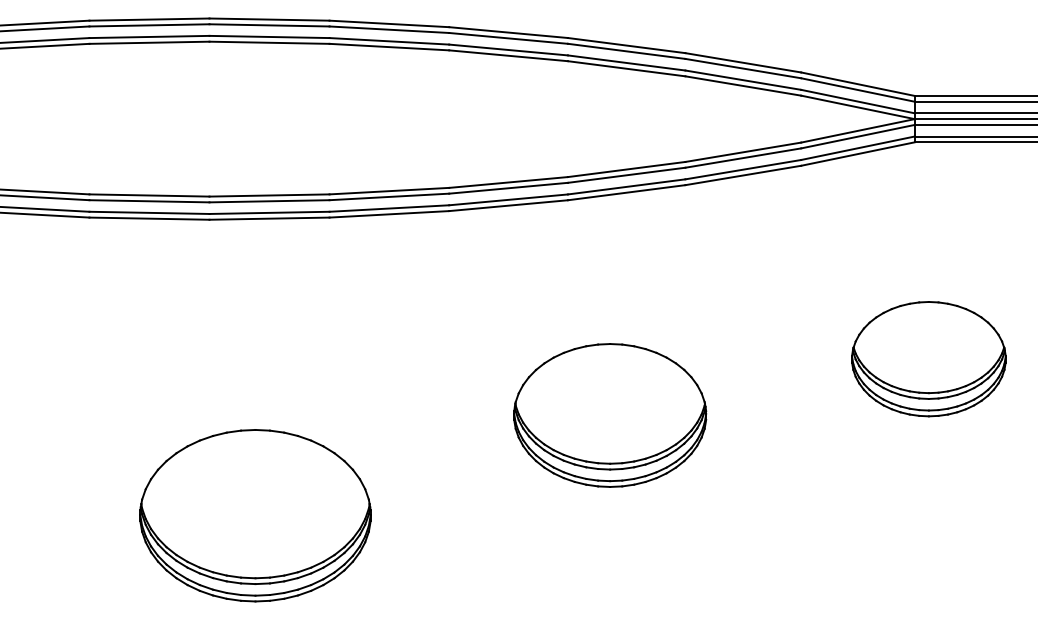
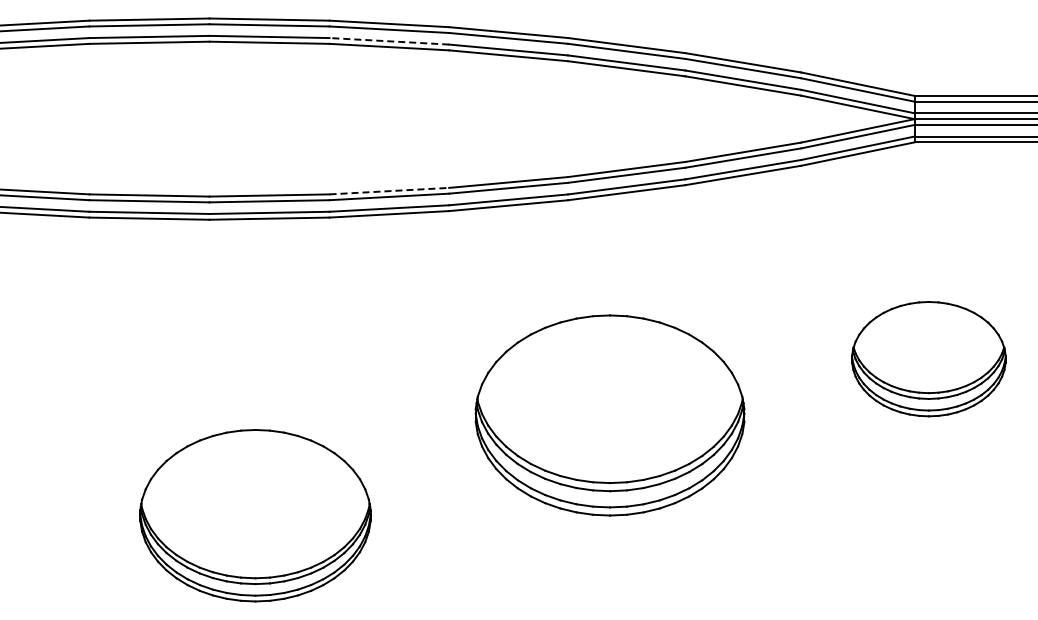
line at (389, 41): solid -> dashed
line at (389, 191): solid -> dashed
part at (610, 415) size: 195x145 px -> 272x203 px
